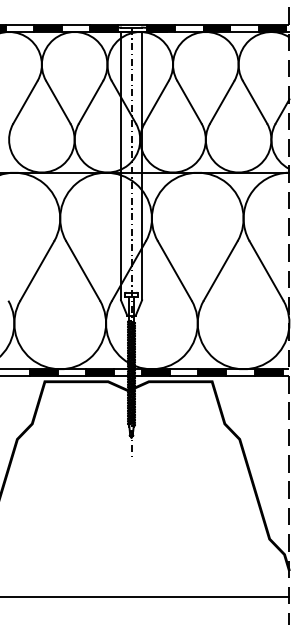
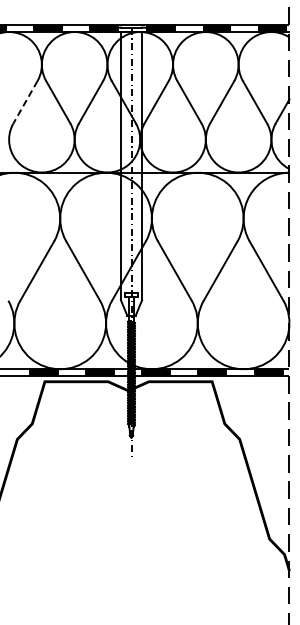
line at (25, 102): solid -> dashed
line at (145, 596): present -> none
